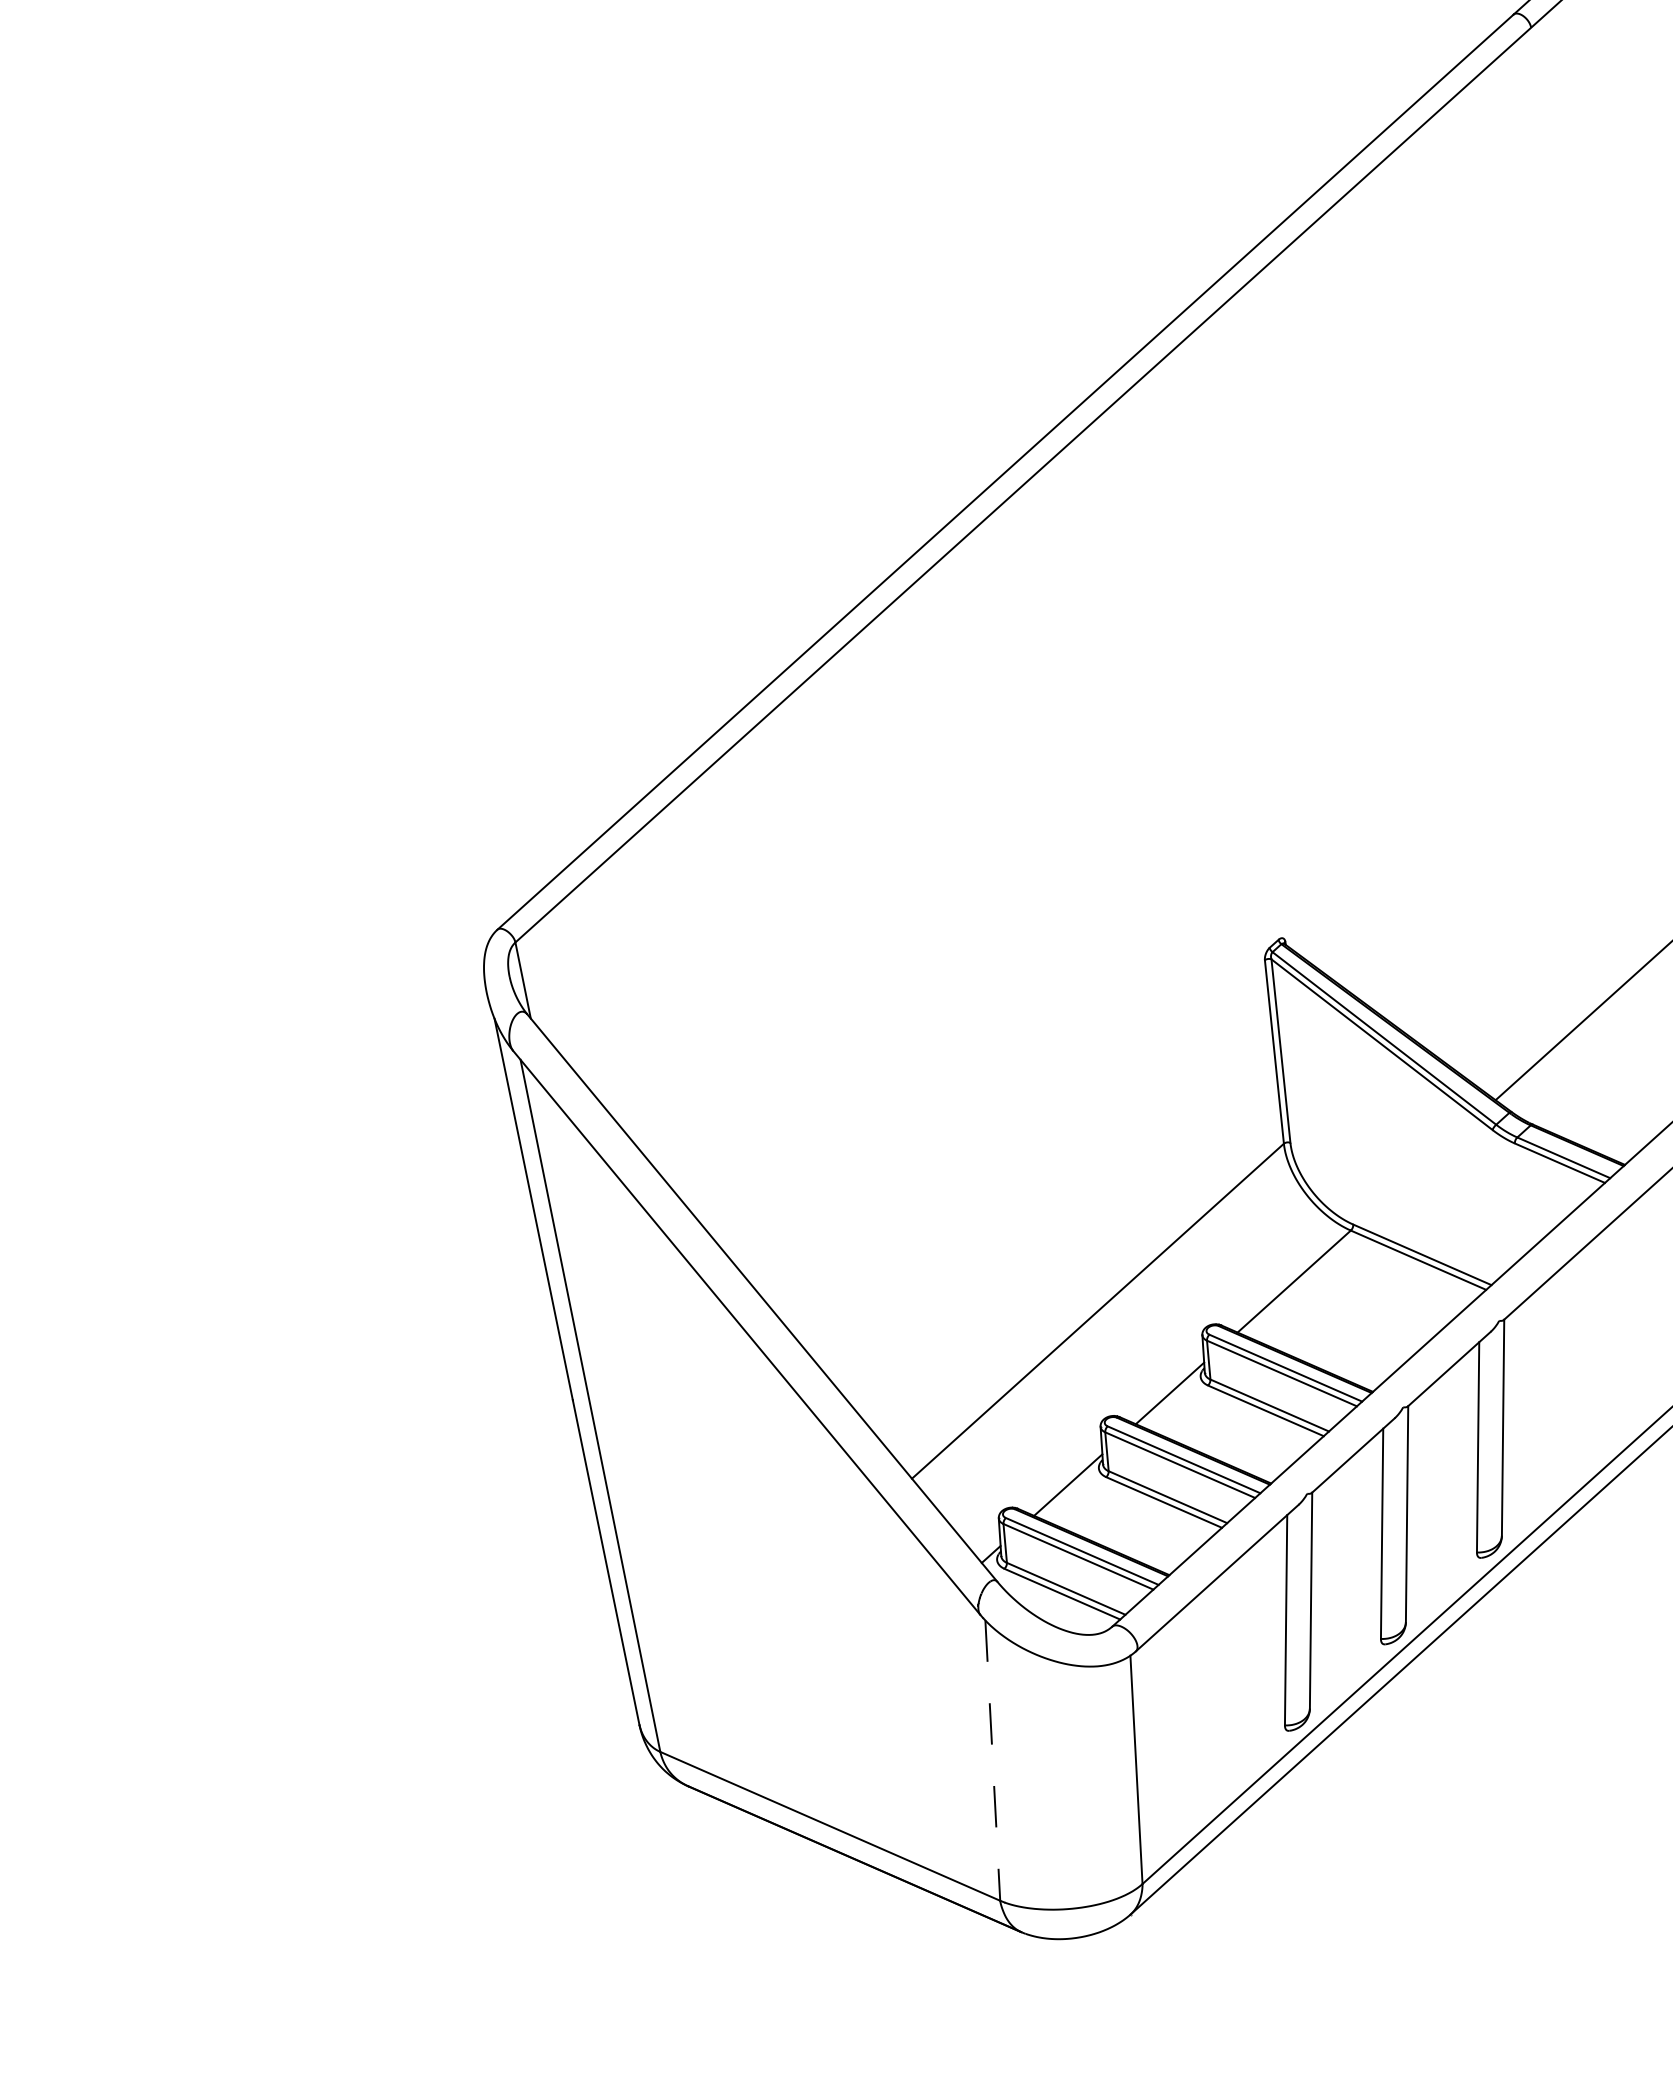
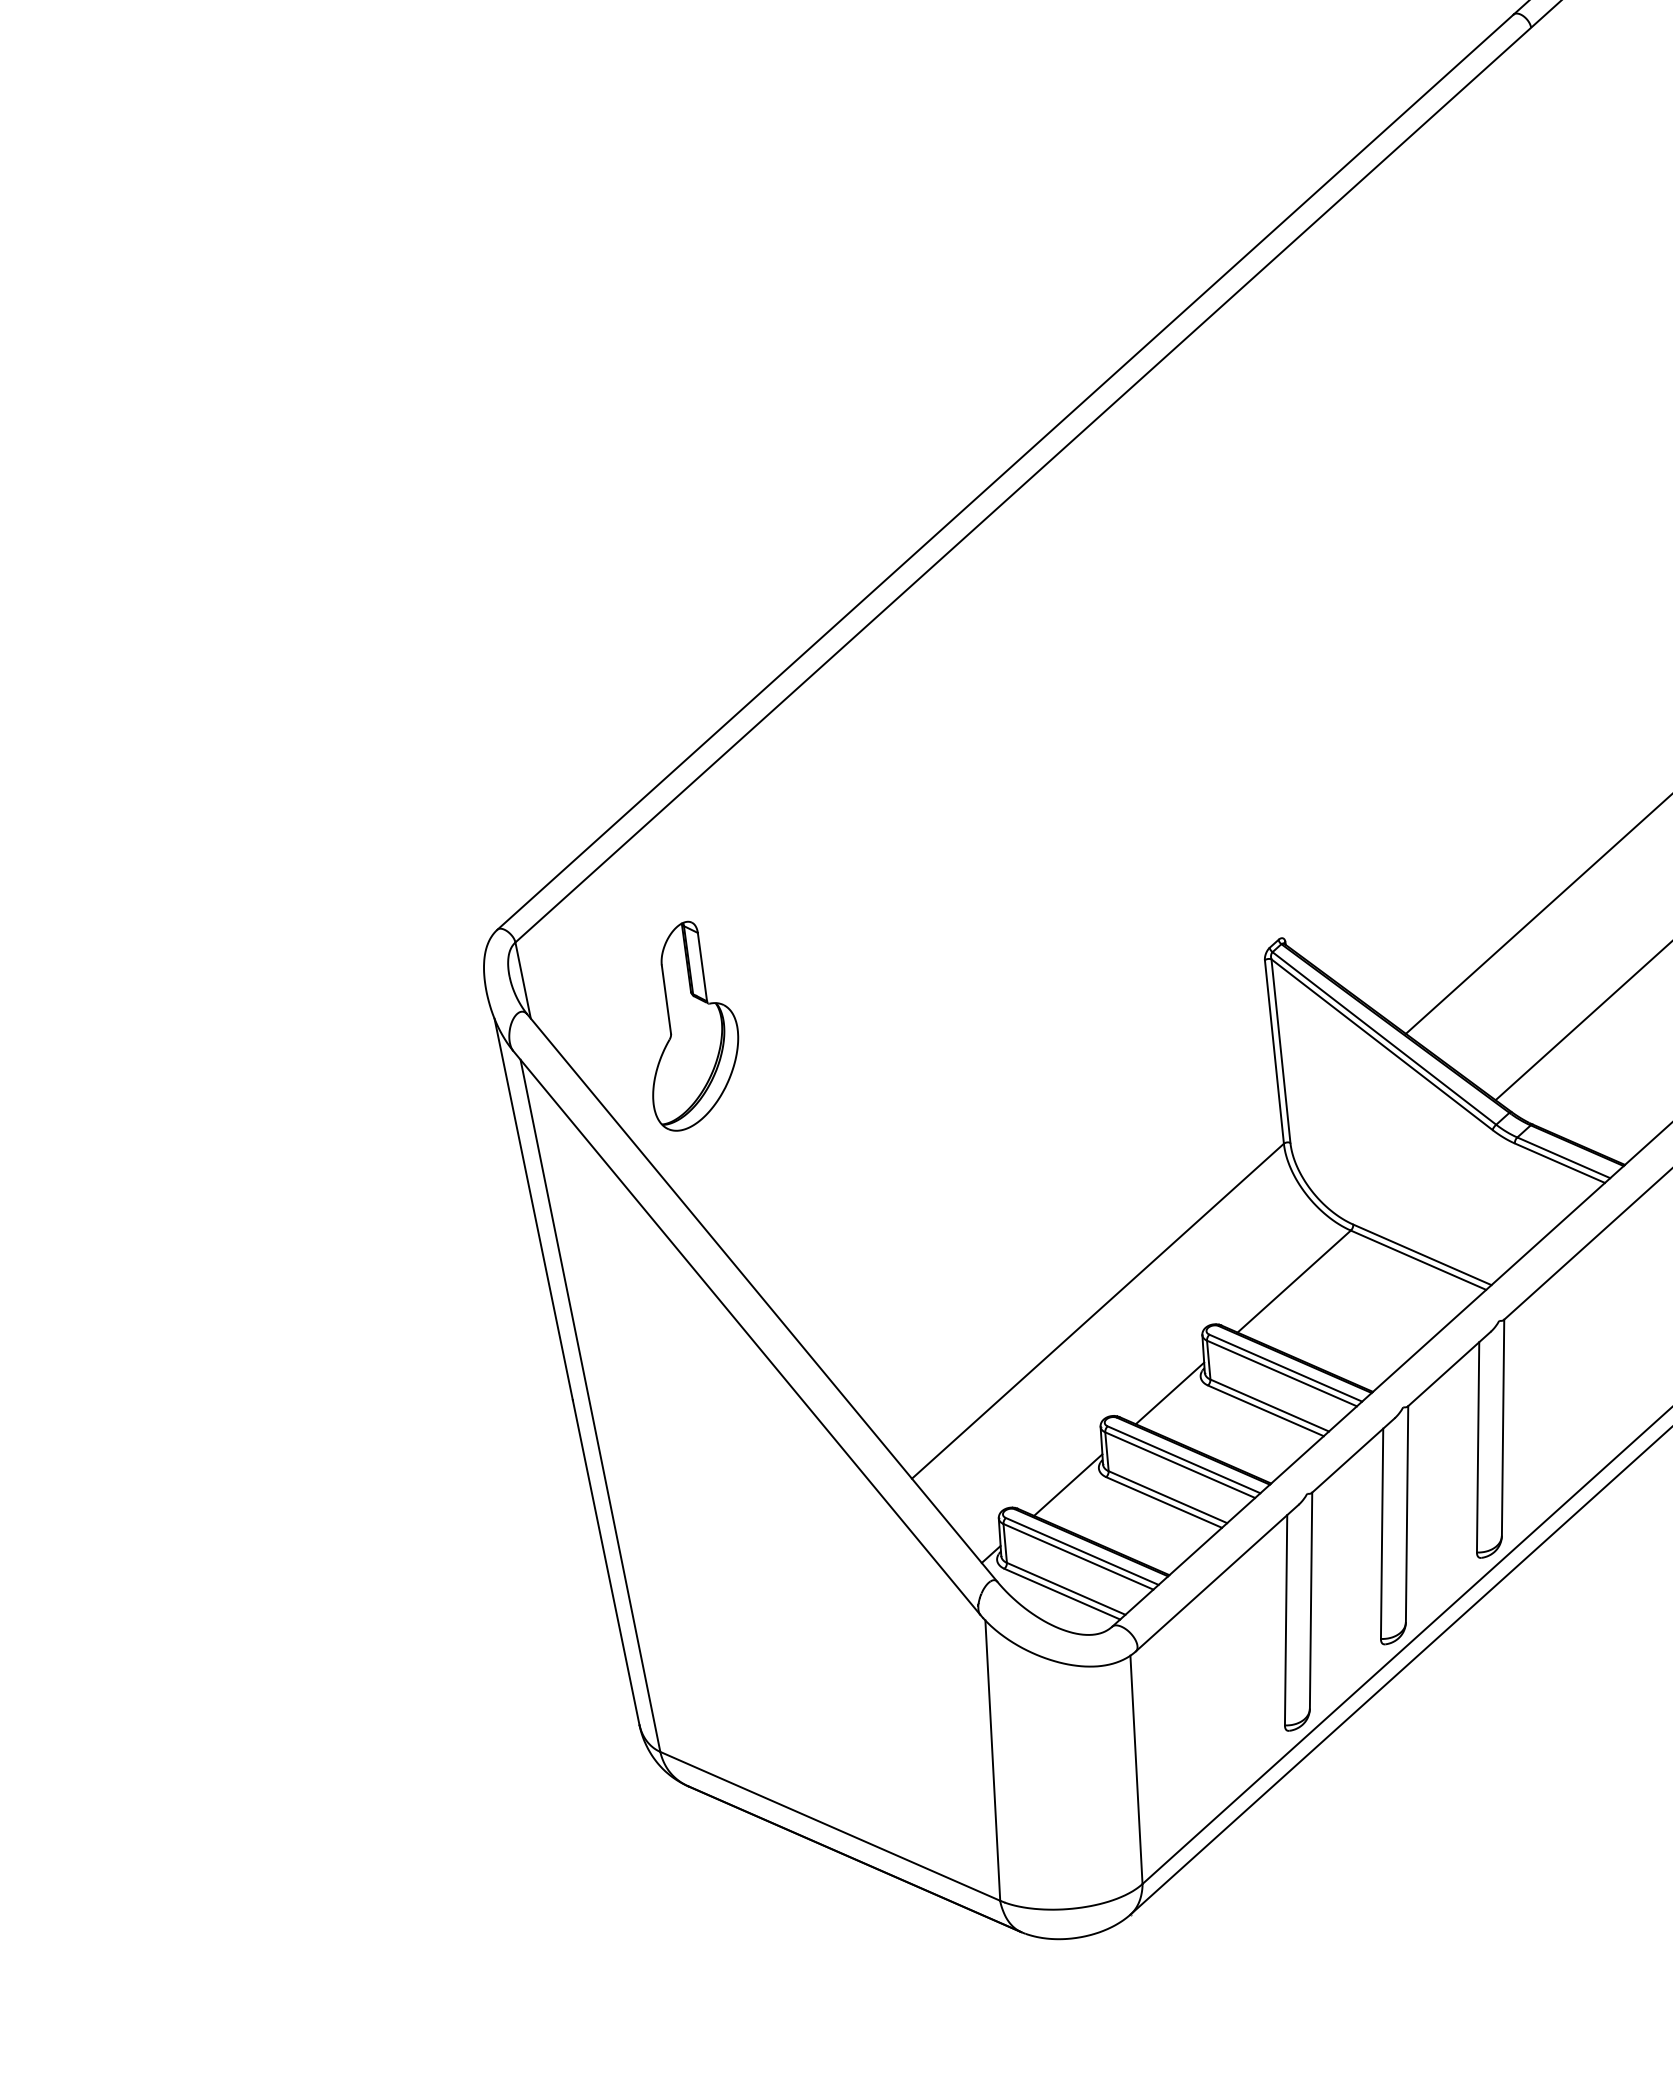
line at (1537, 914): none -> present
part at (695, 1025): none -> present
line at (992, 1761): dashed -> solid
